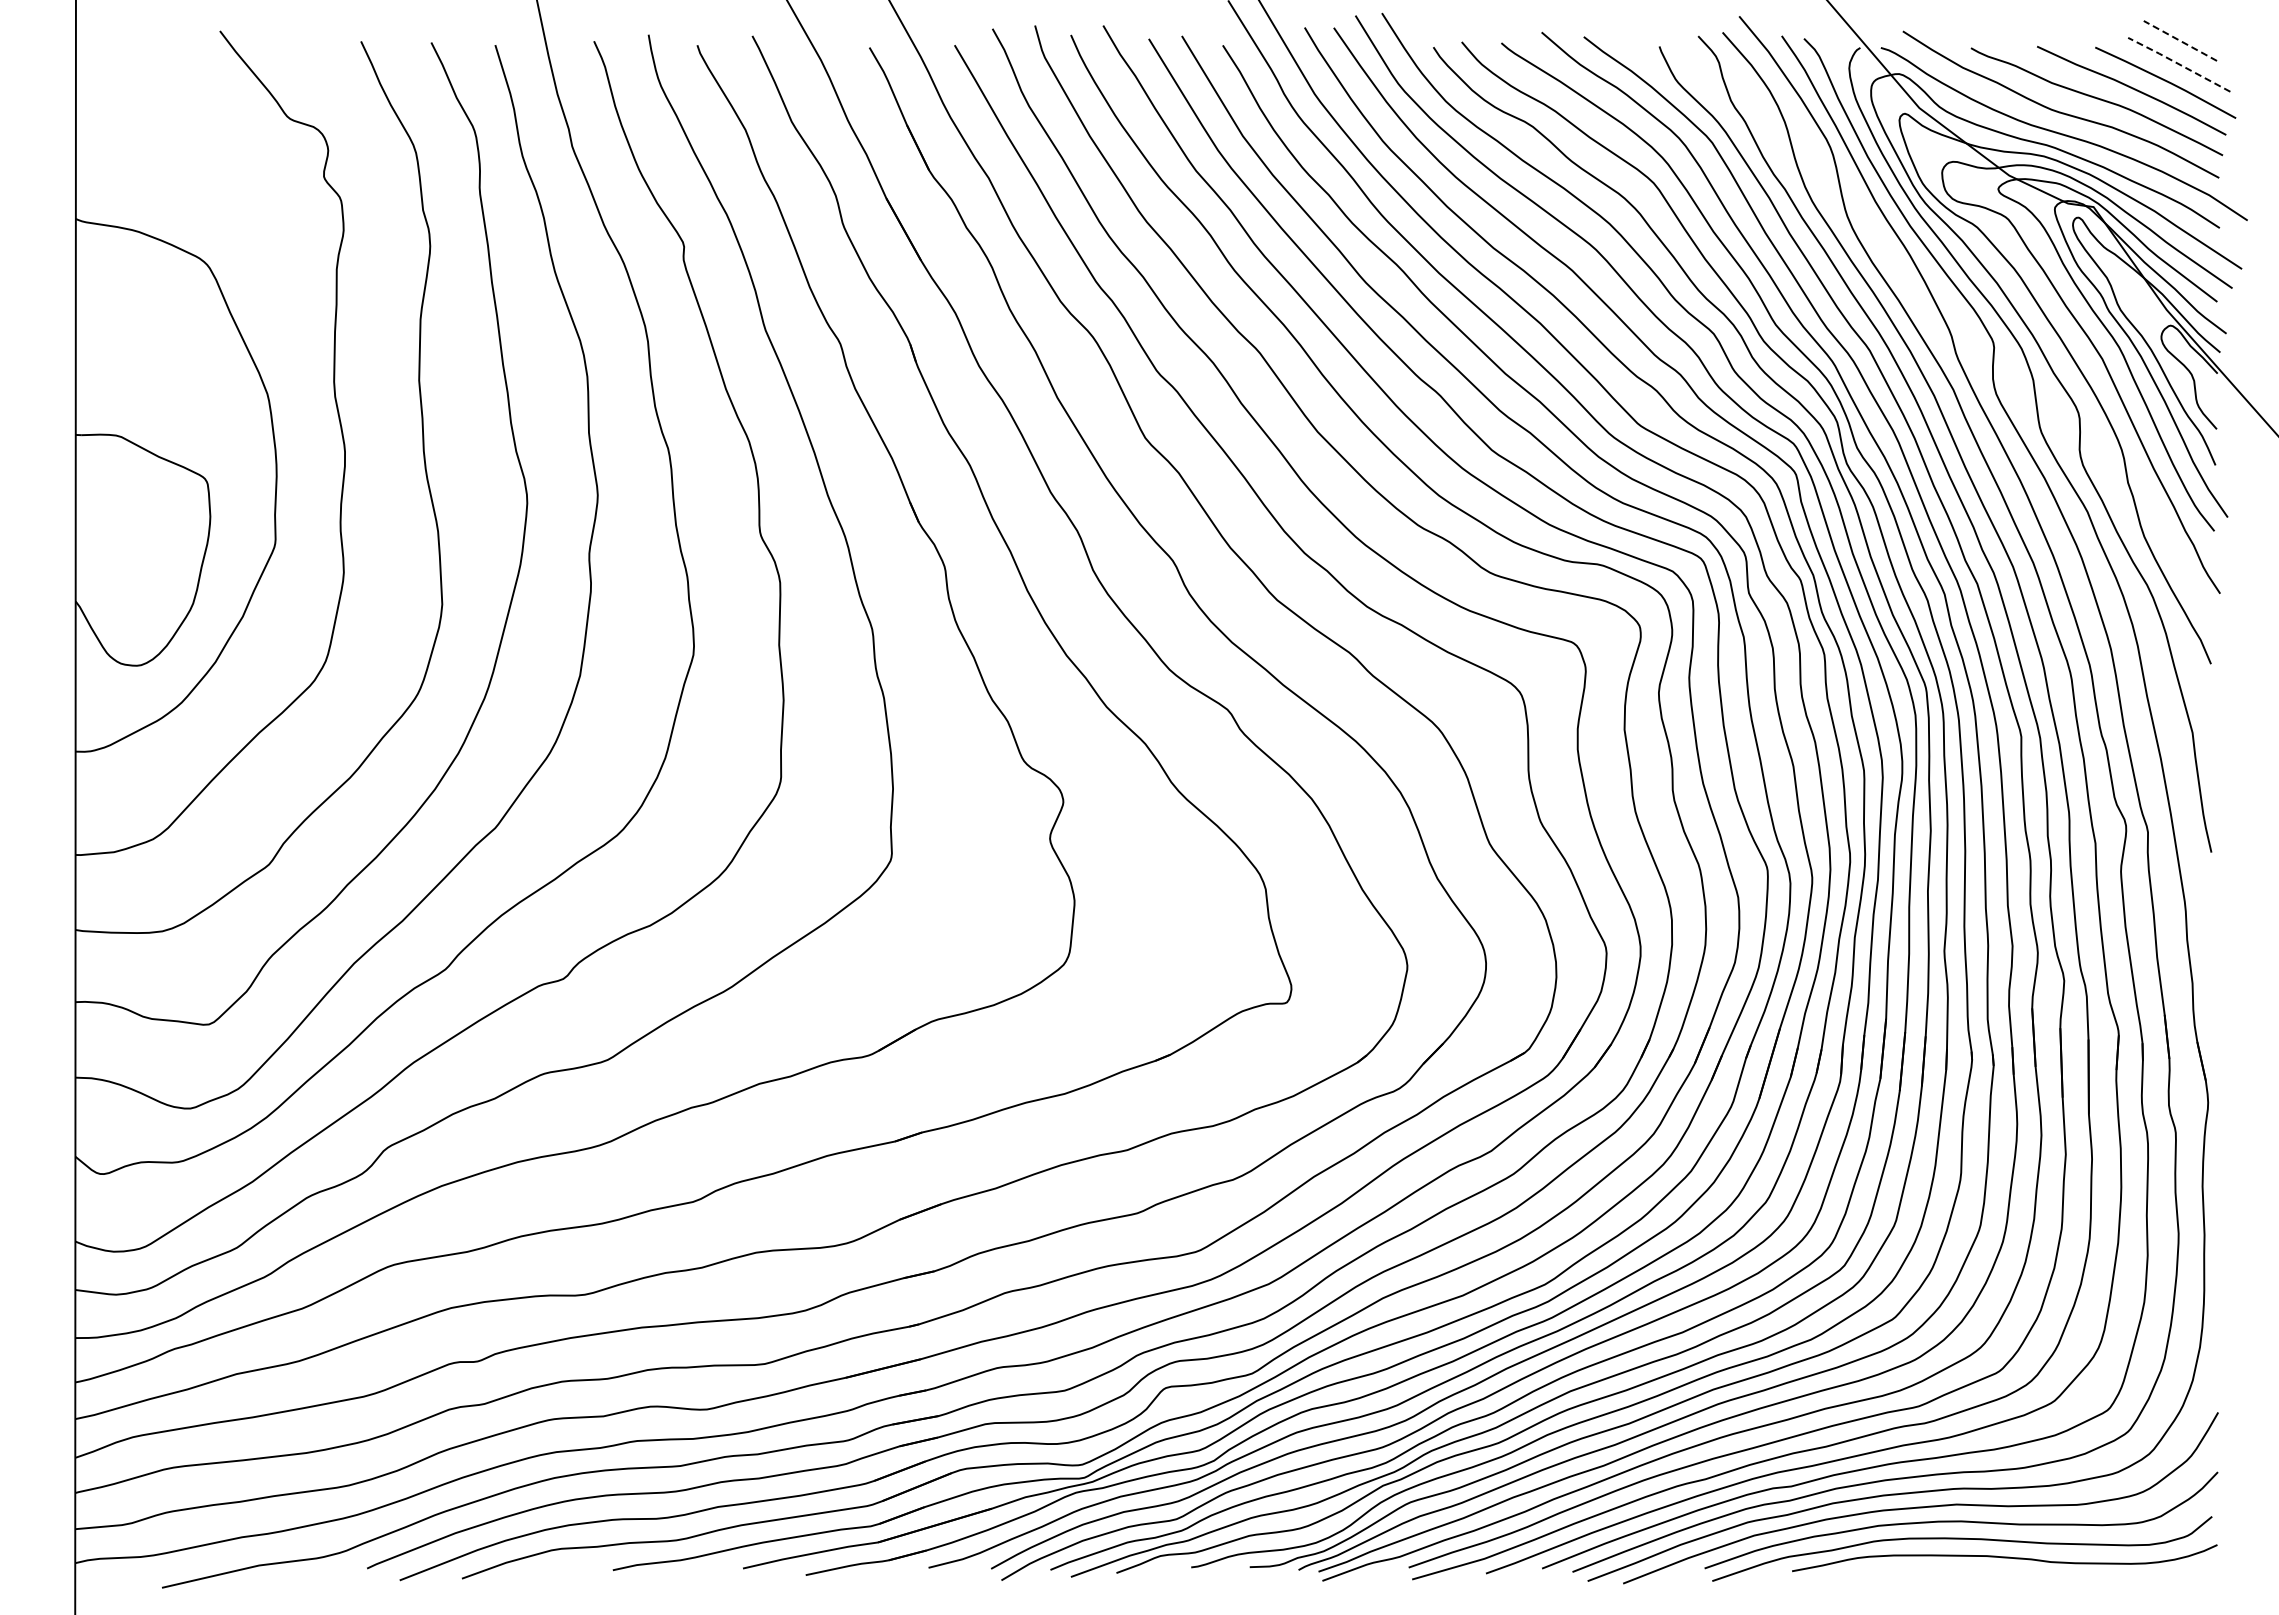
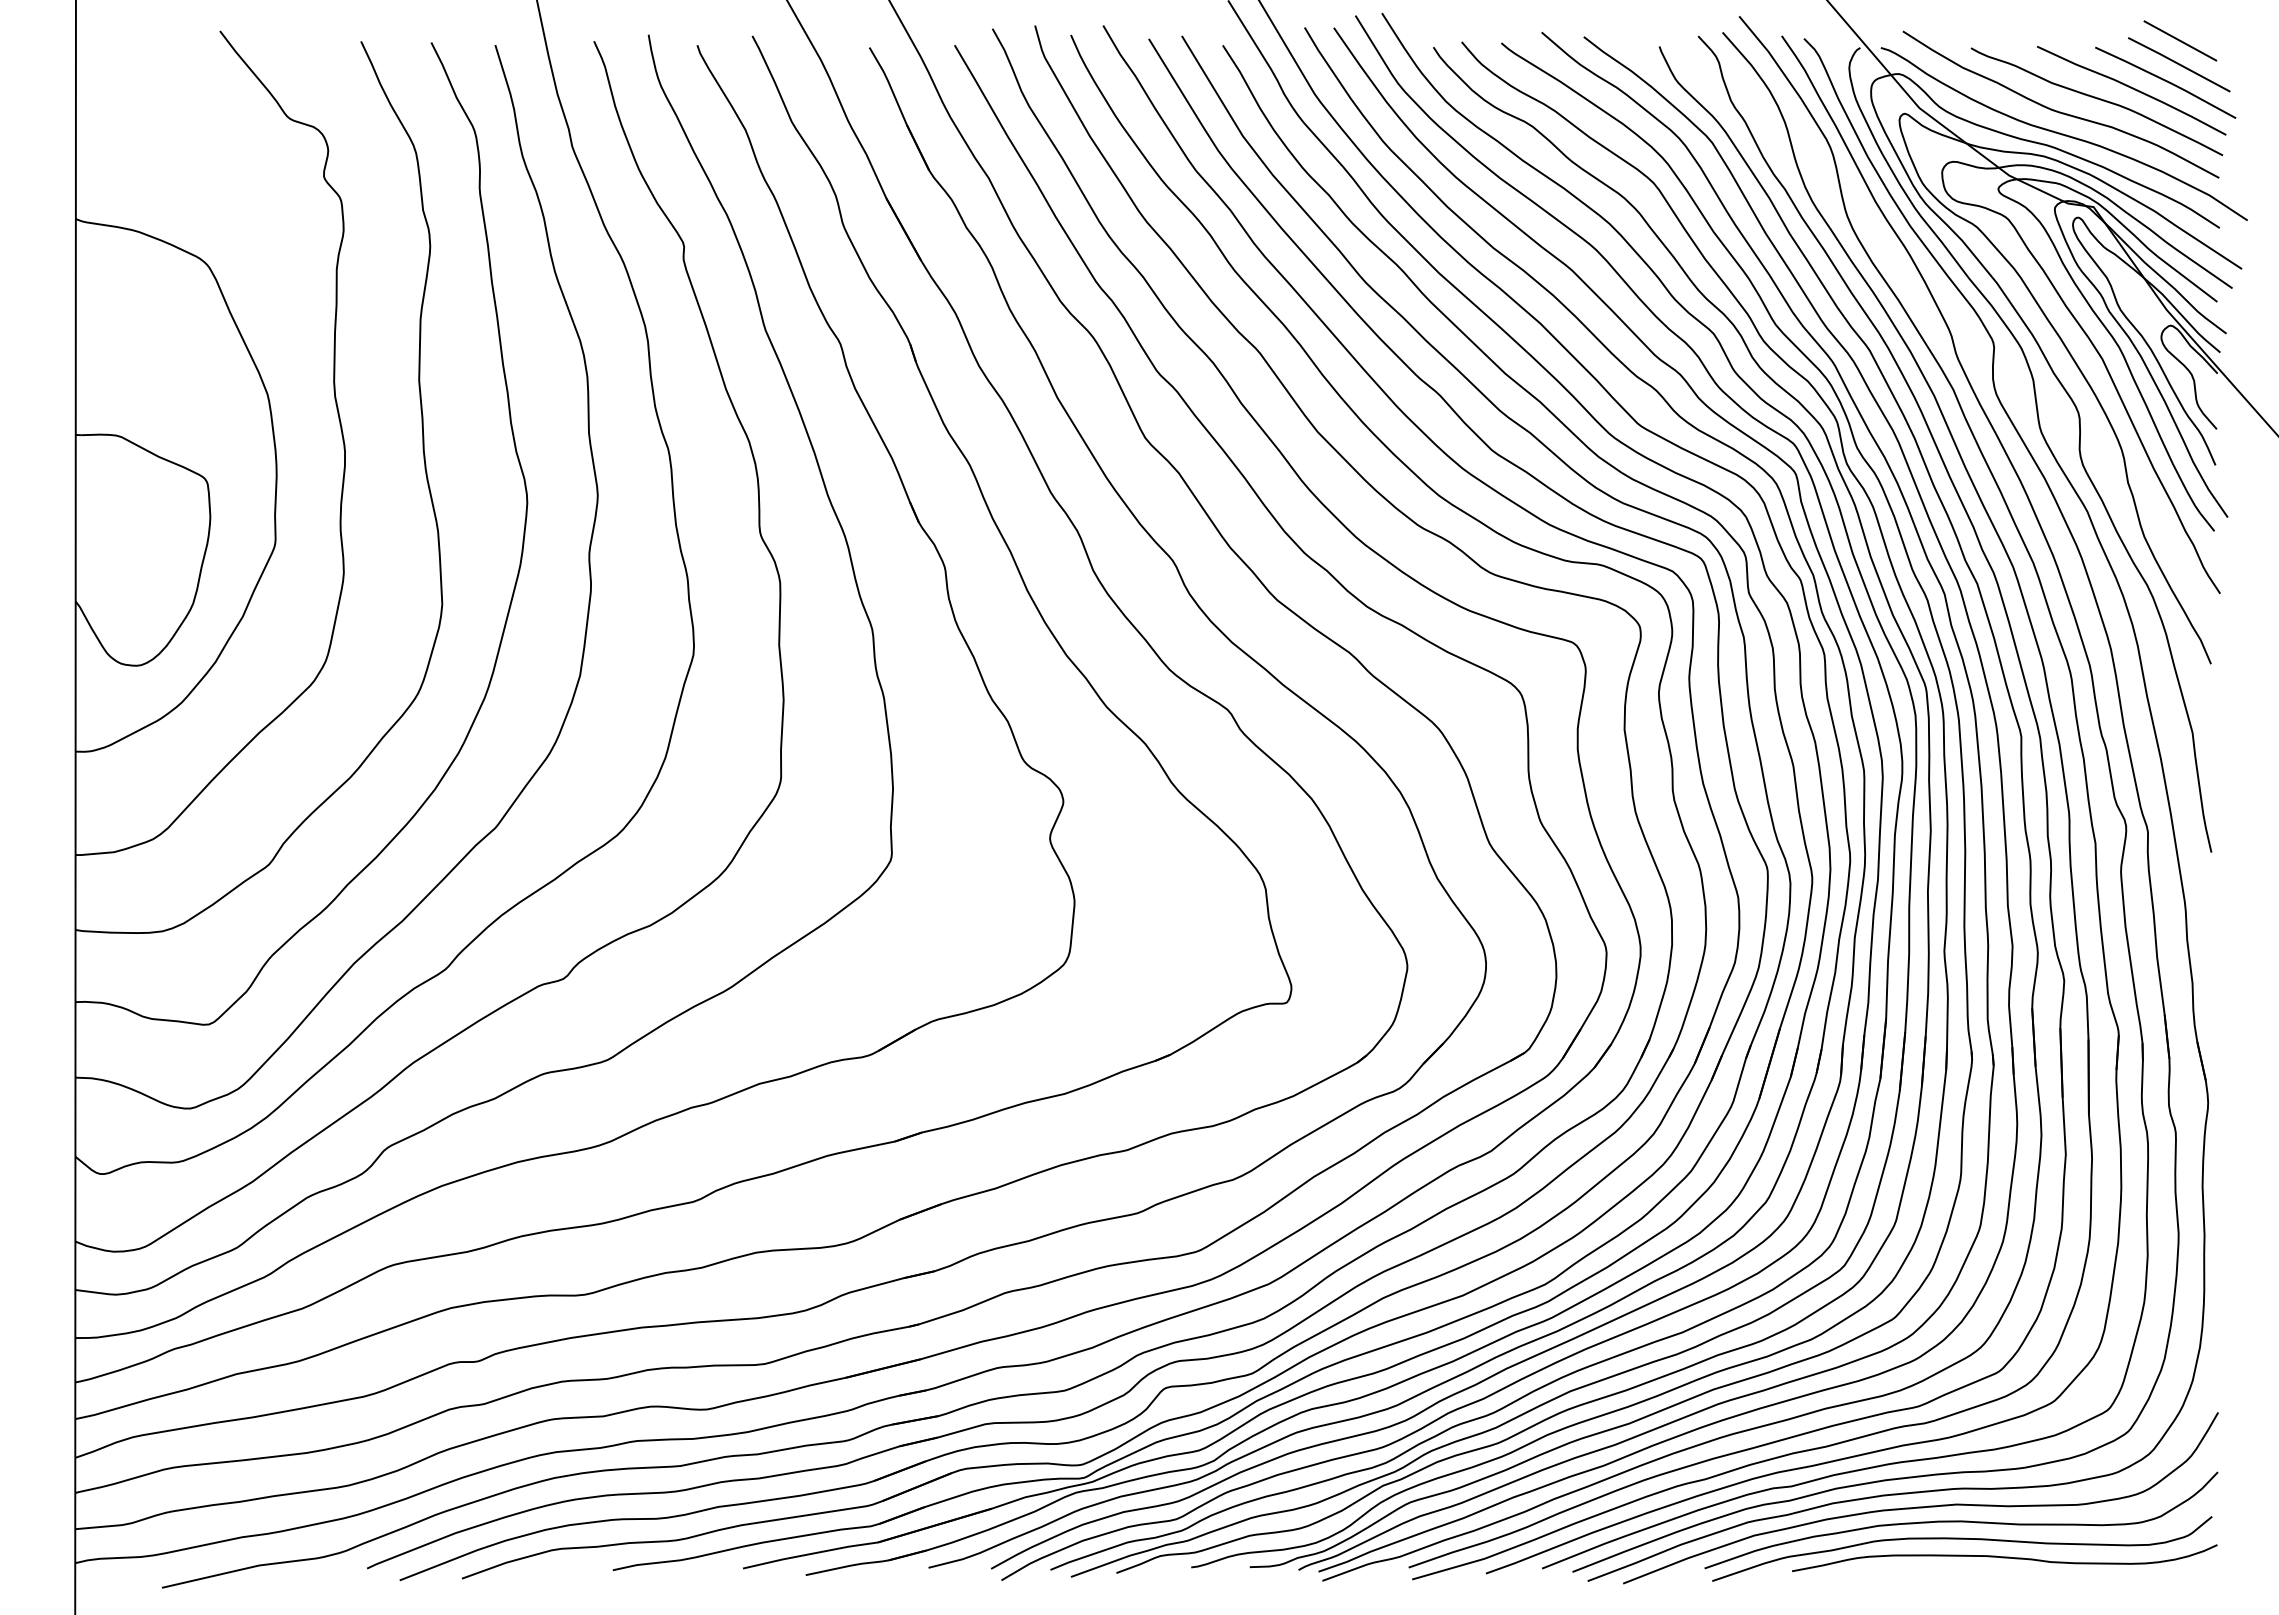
line at (2180, 40): dashed -> solid
line at (2178, 63): dashed -> solid
